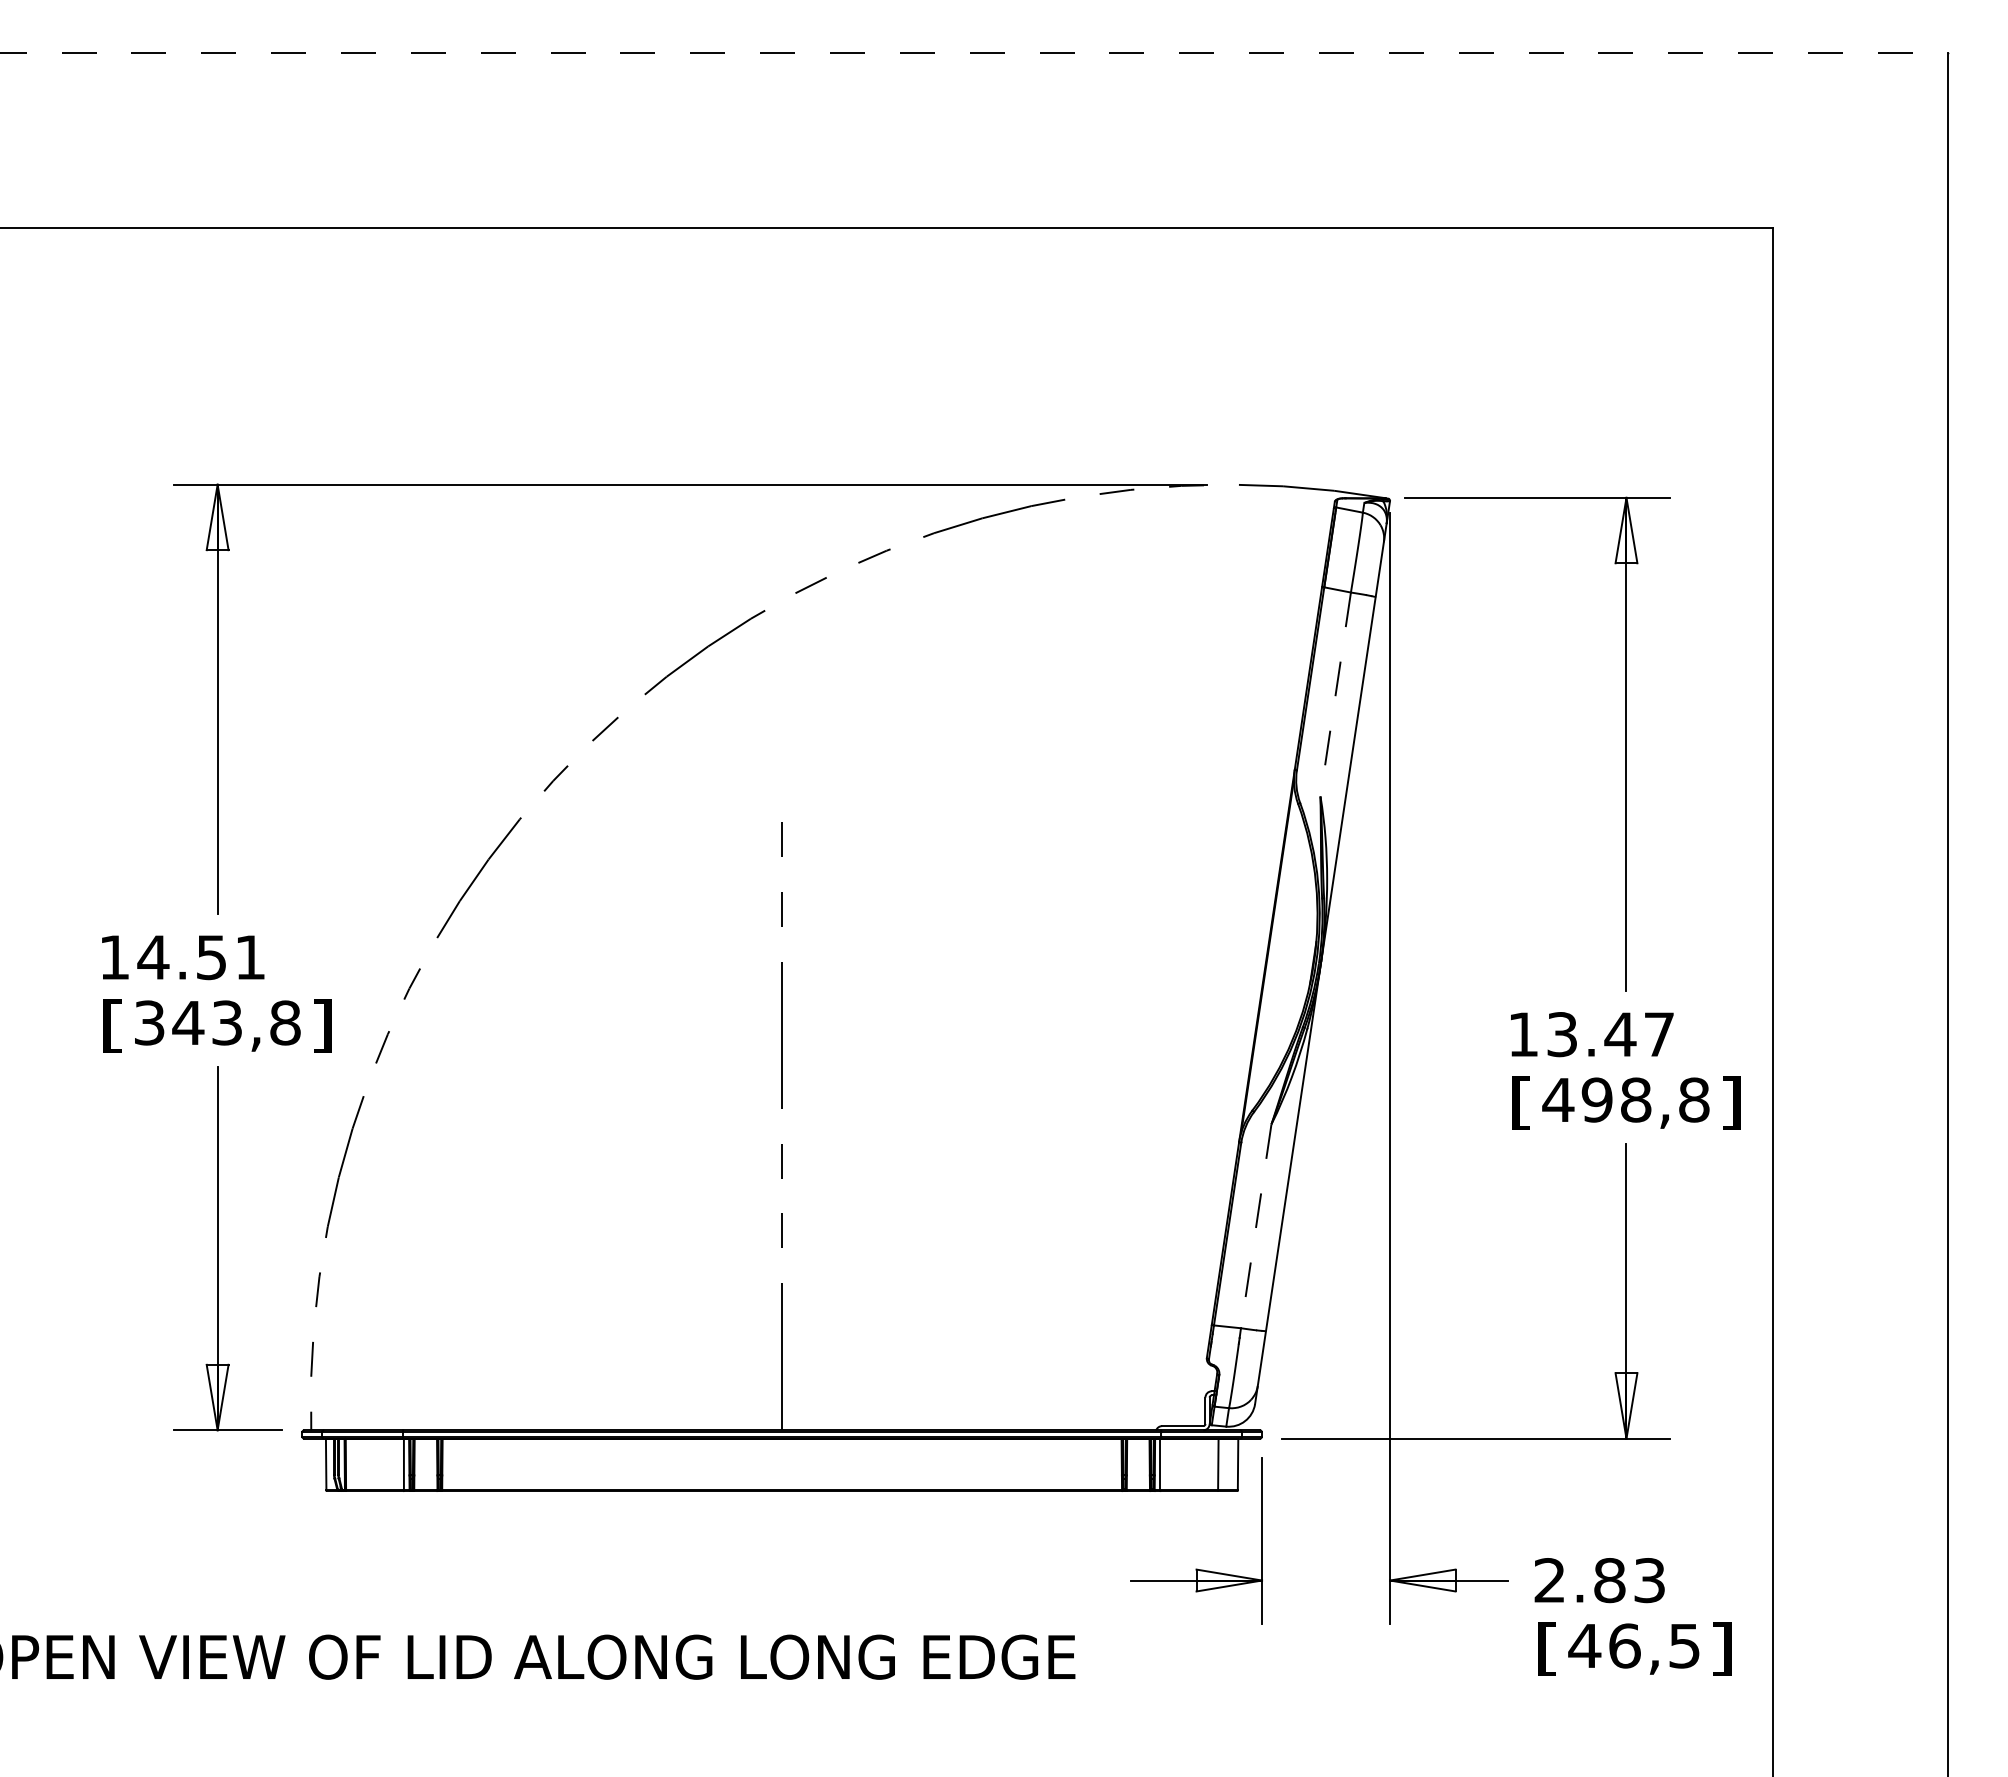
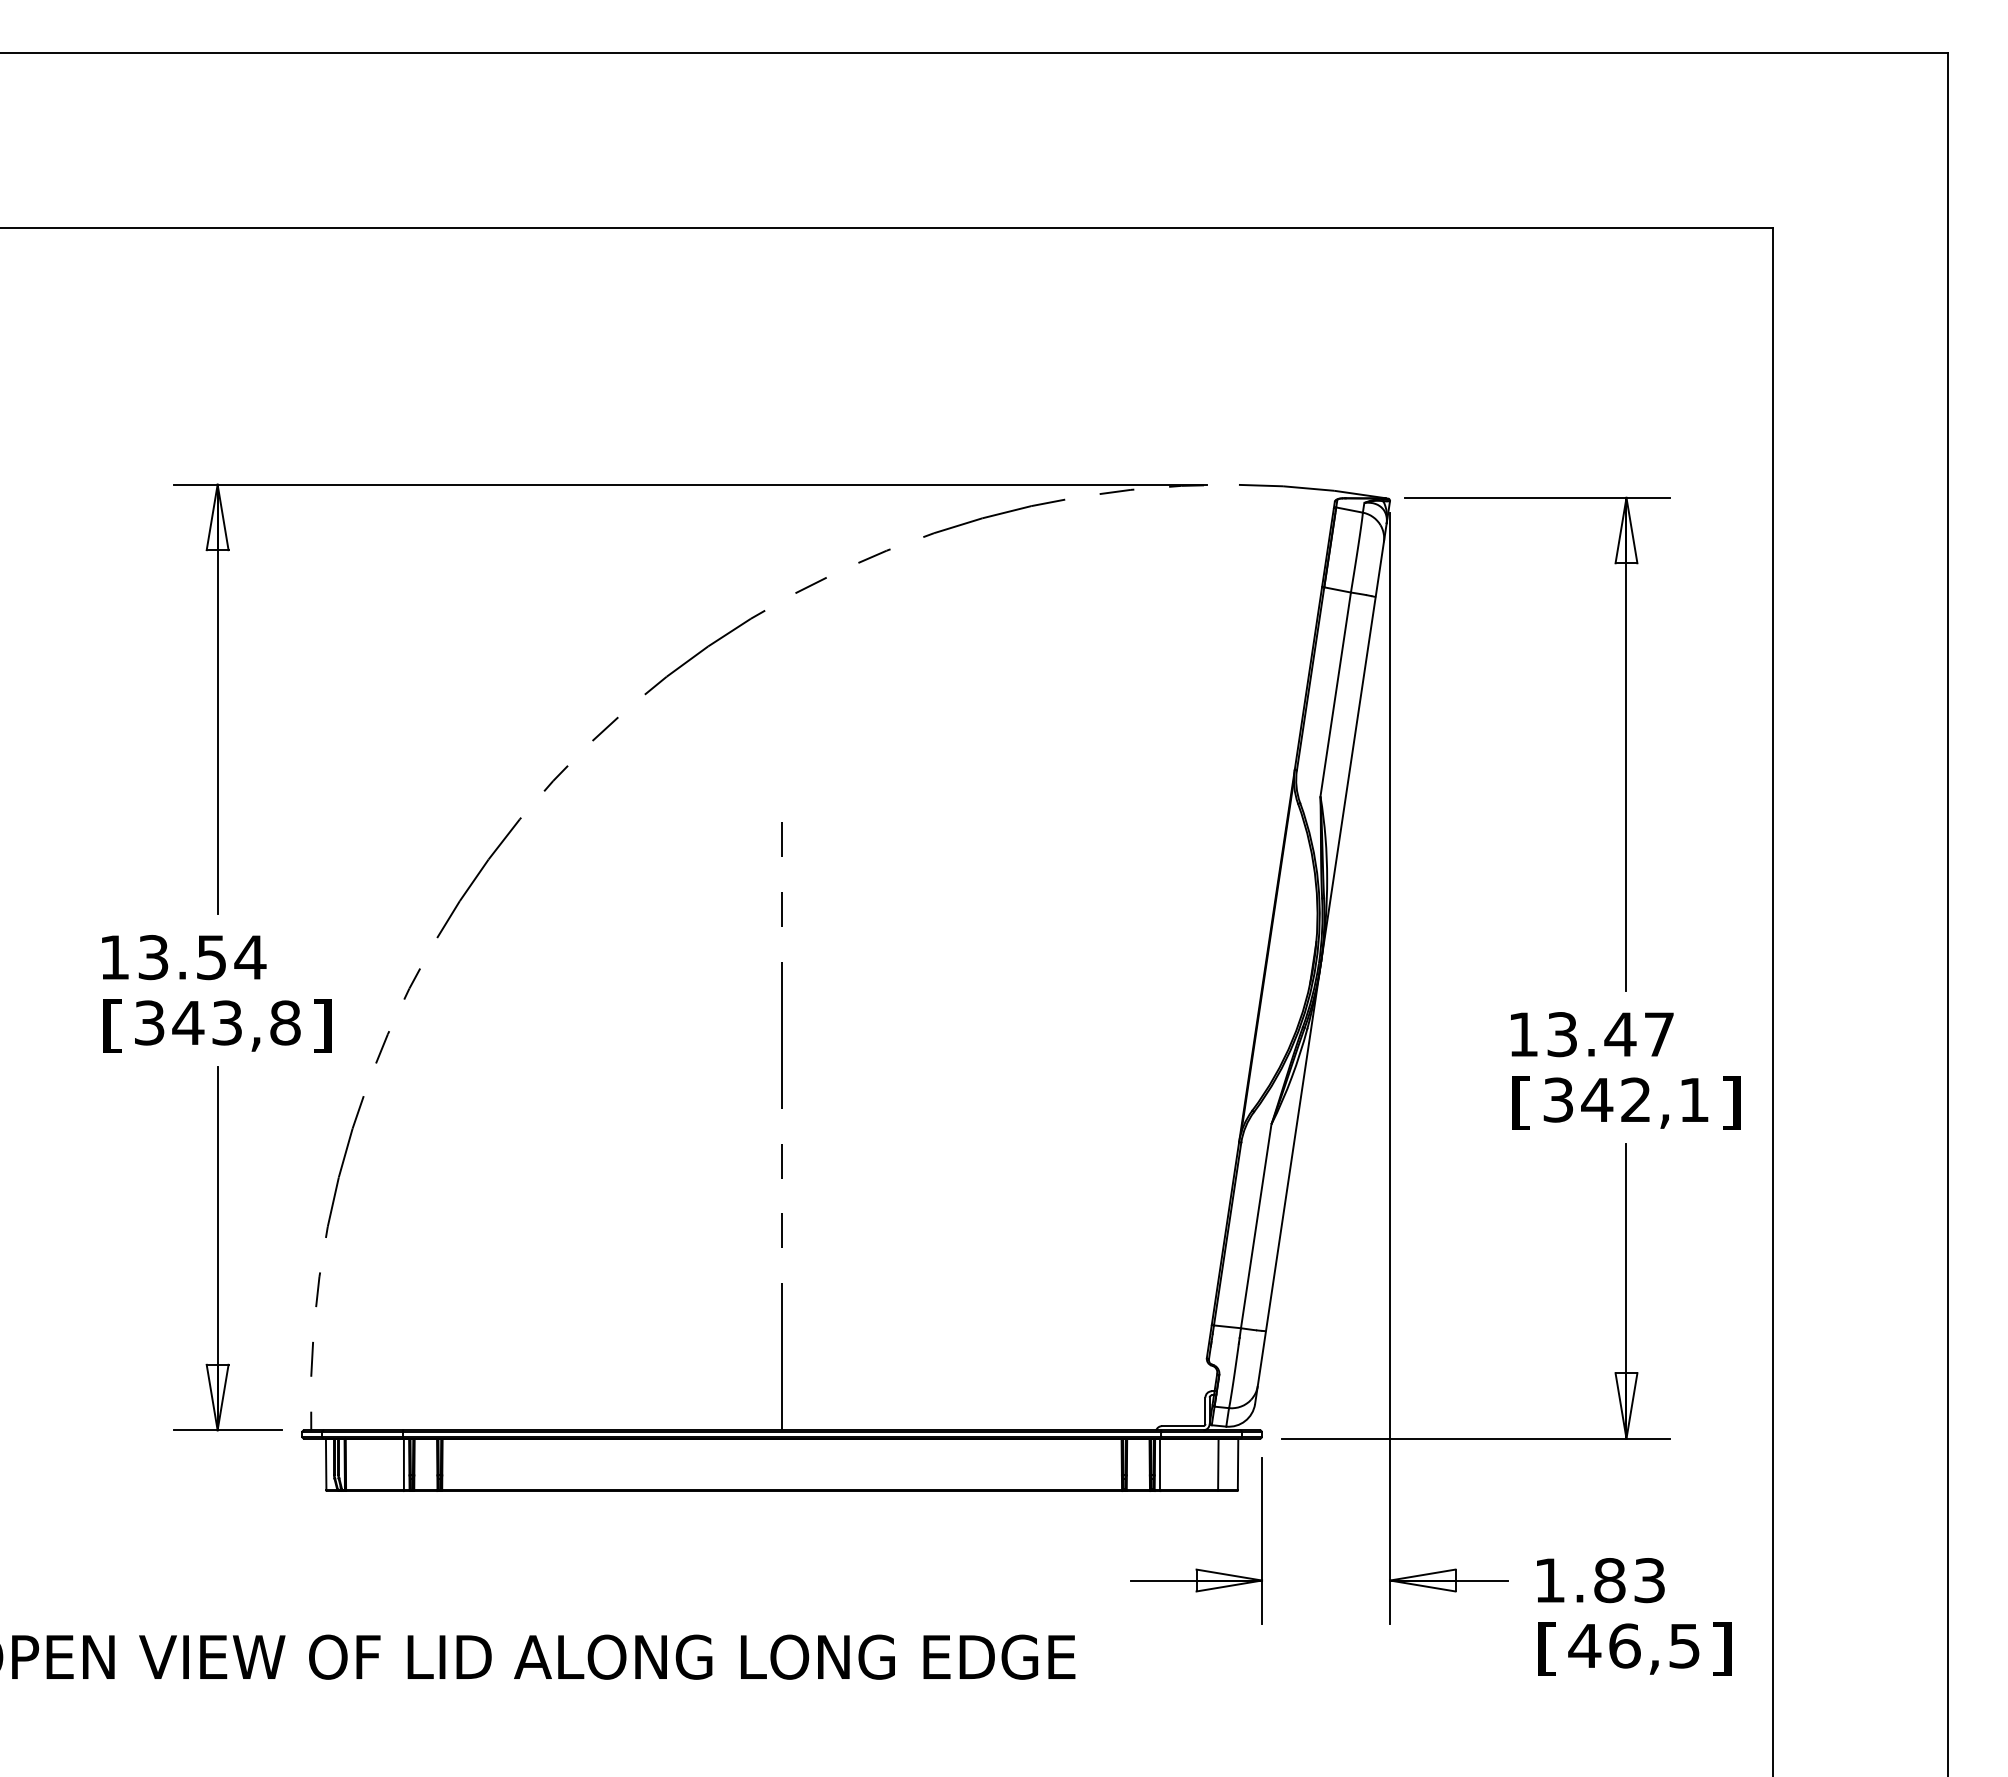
line at (974, 53): dashed -> solid
line at (1335, 695): dashed -> solid
text at (201, 957): 14.51 -> 13.54
text at (1625, 1099): 498,8 -> 342,1
line at (1256, 1226): dashed -> solid
text at (1549, 1580): 2.83 -> 1.83
